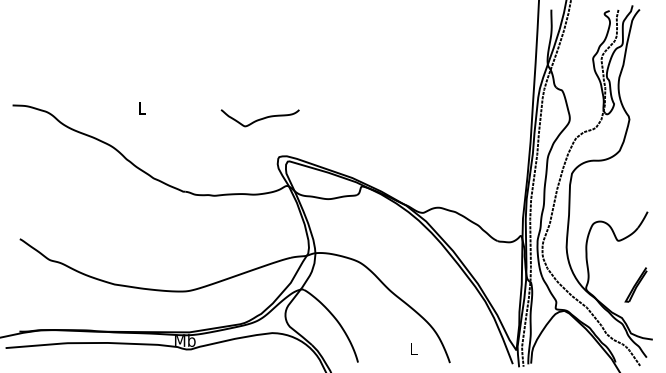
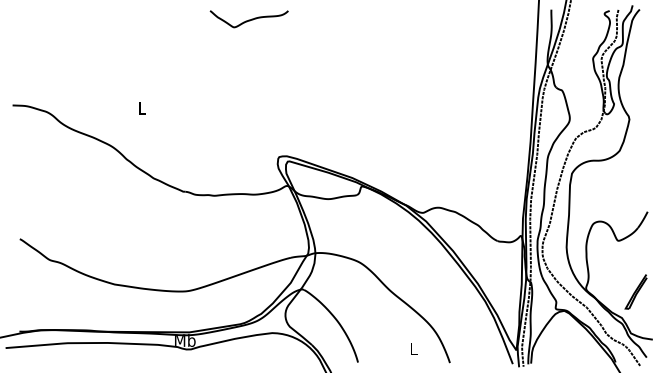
curve at (259, 118) position: (259, 118) -> (248, 19)
part at (635, 284) position: (635, 284) -> (635, 291)
